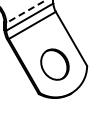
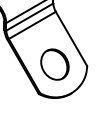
line at (26, 11): dashed -> solid
